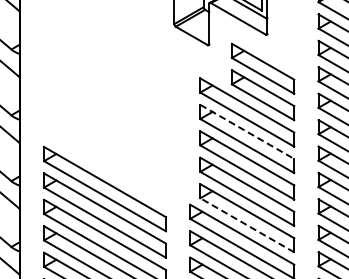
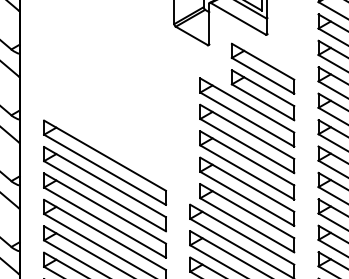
line at (247, 132): dashed -> solid
part at (104, 162): none -> present
line at (246, 225): dashed -> solid
